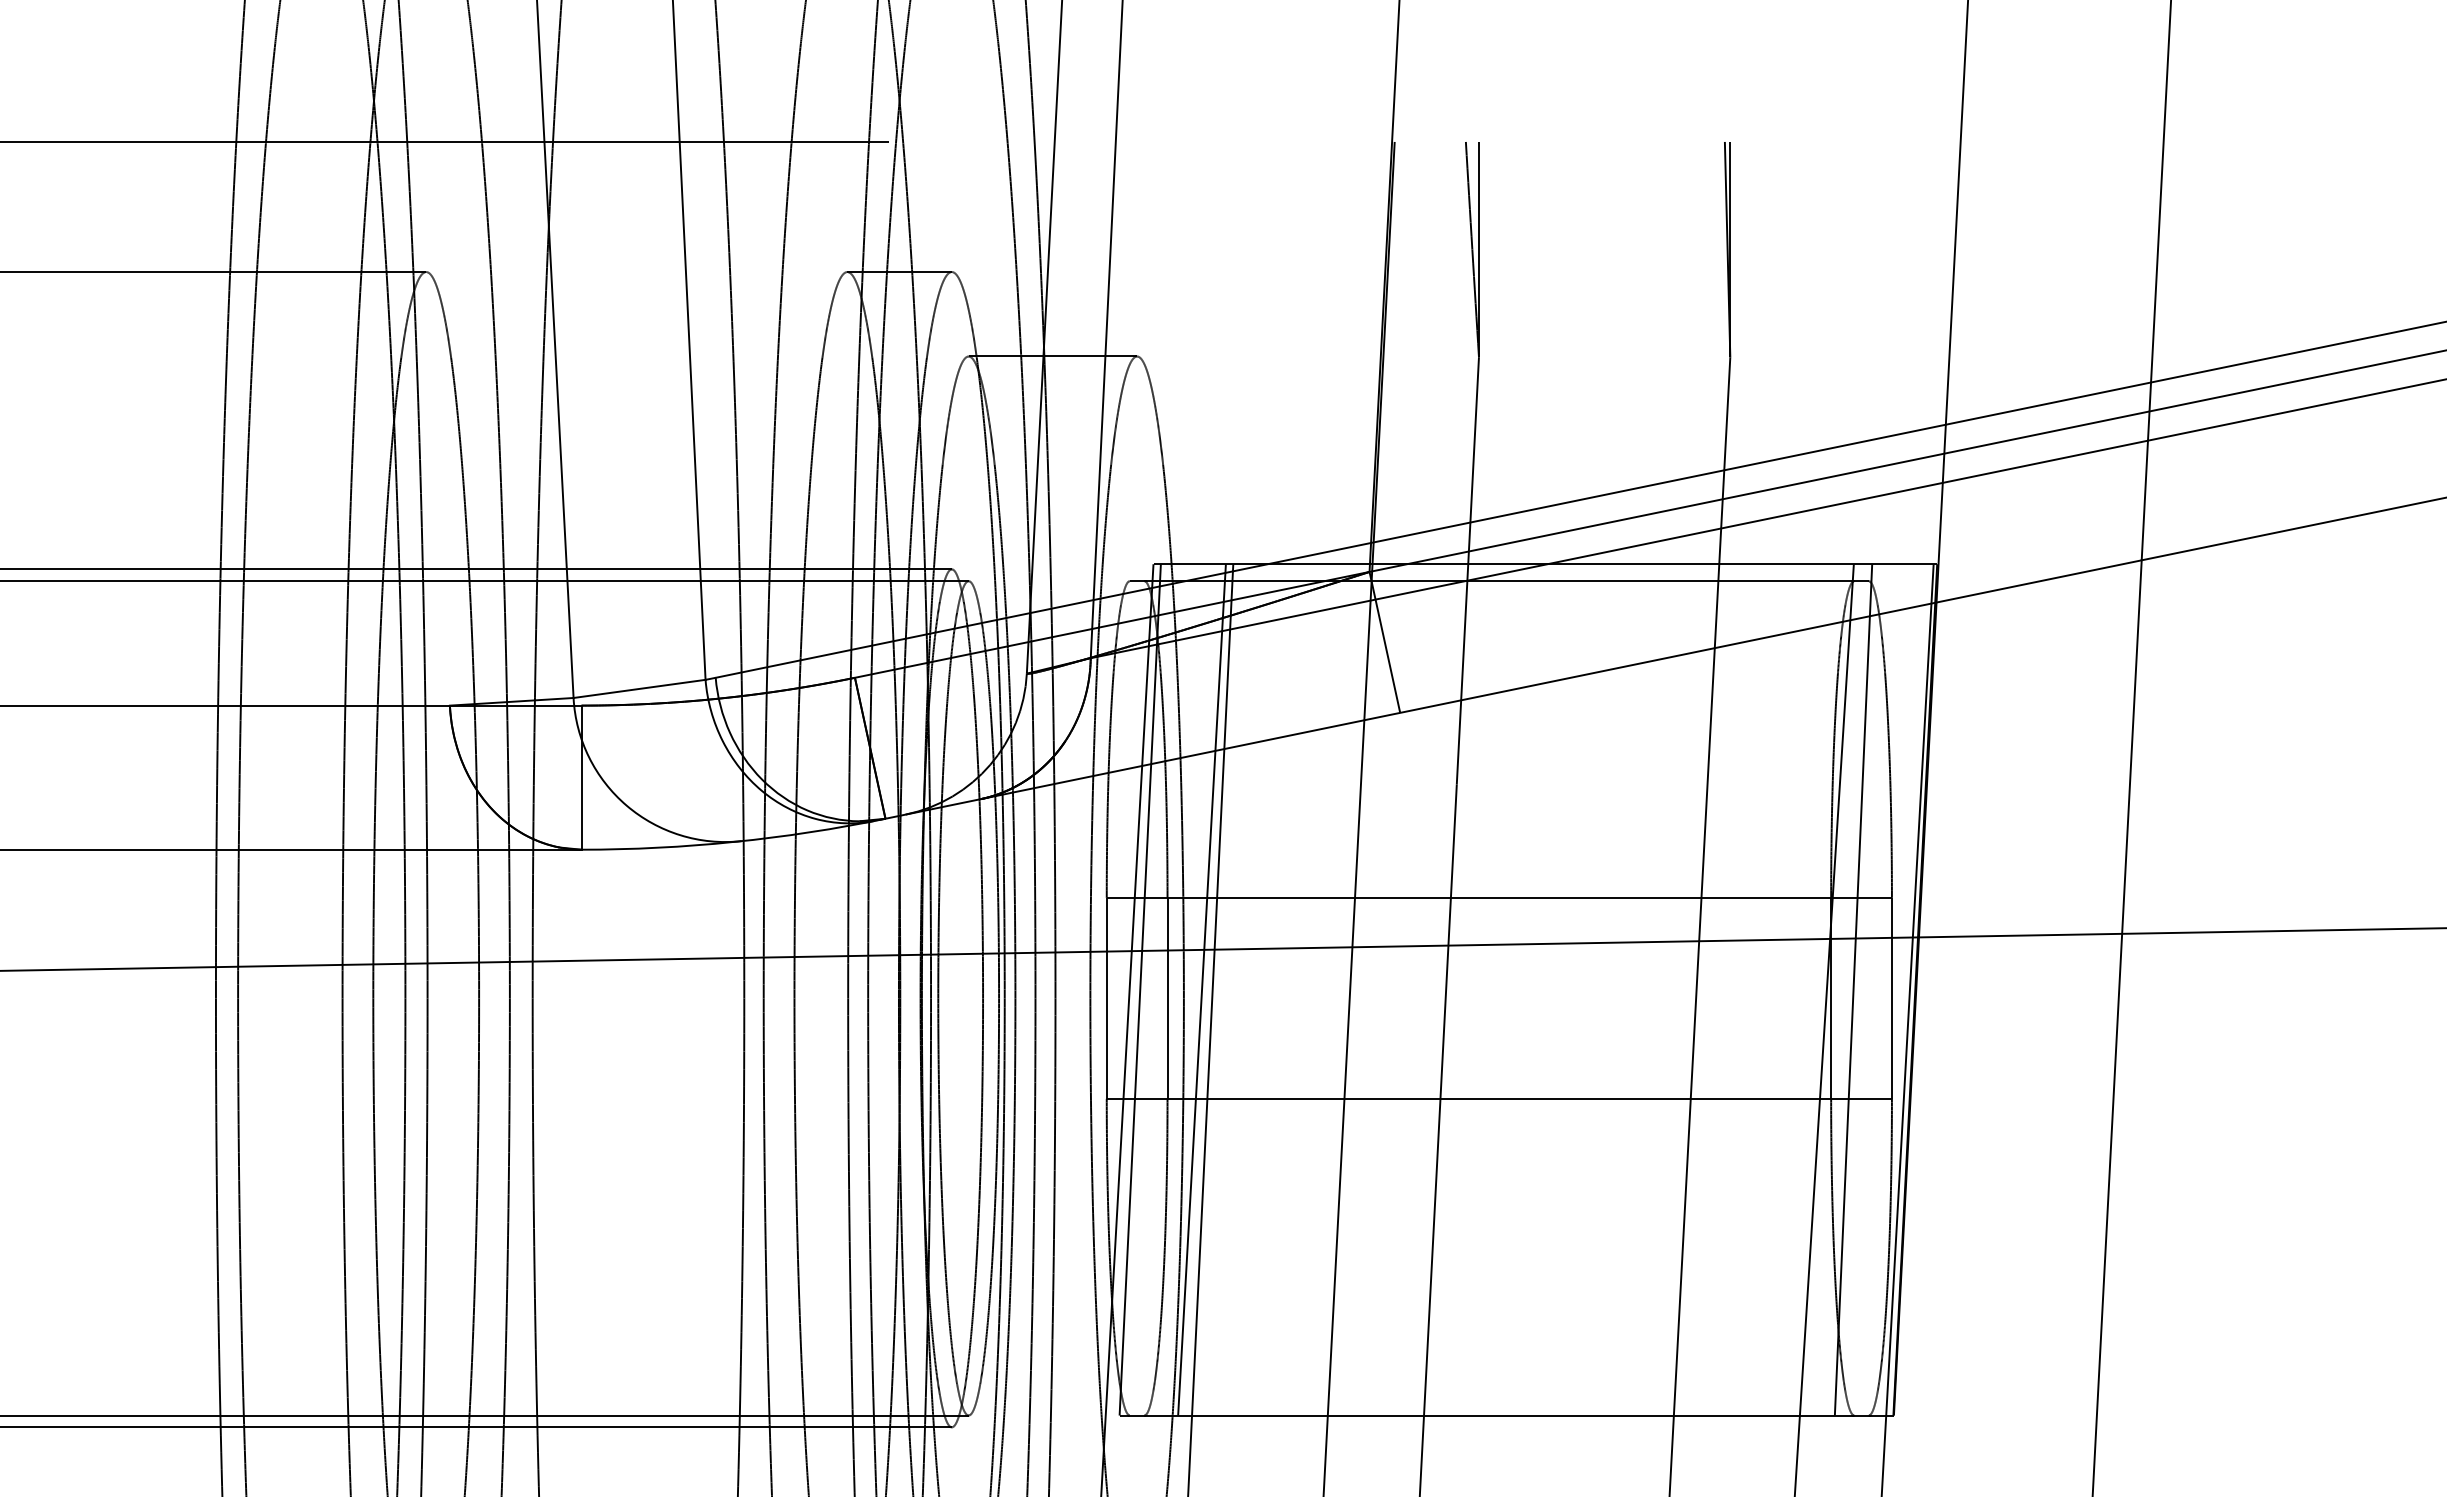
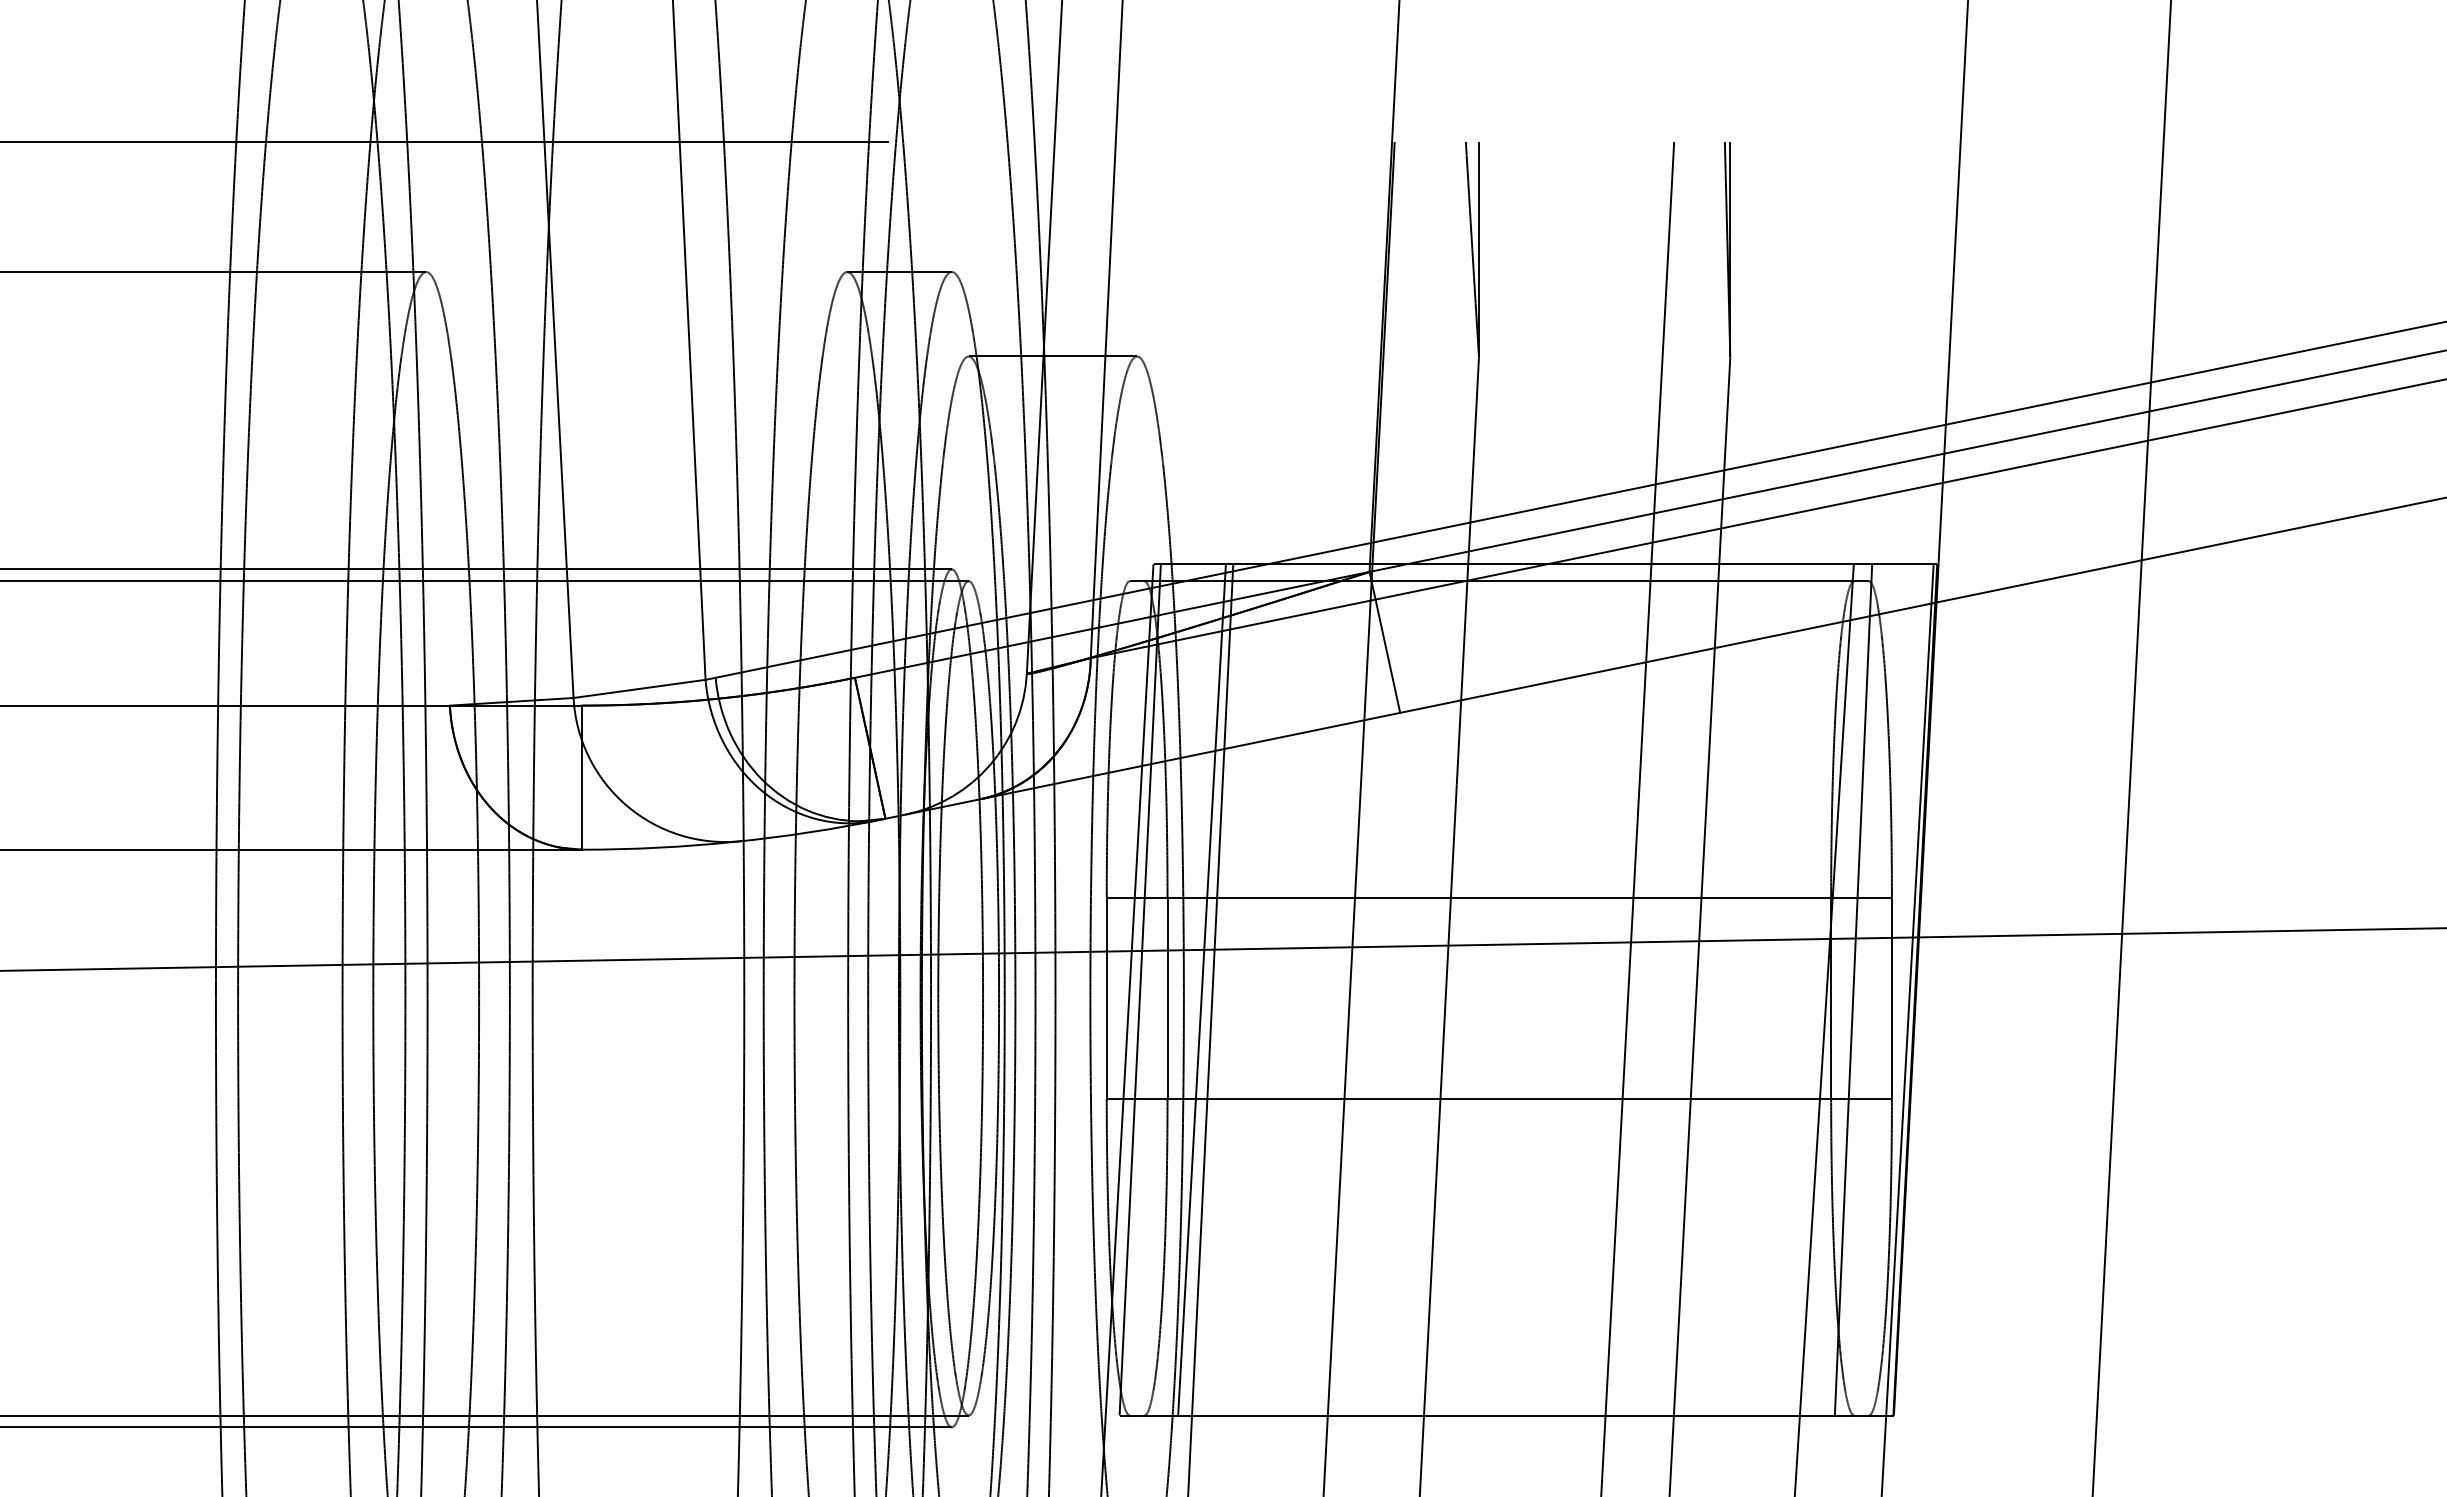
line at (1637, 817): none -> present
